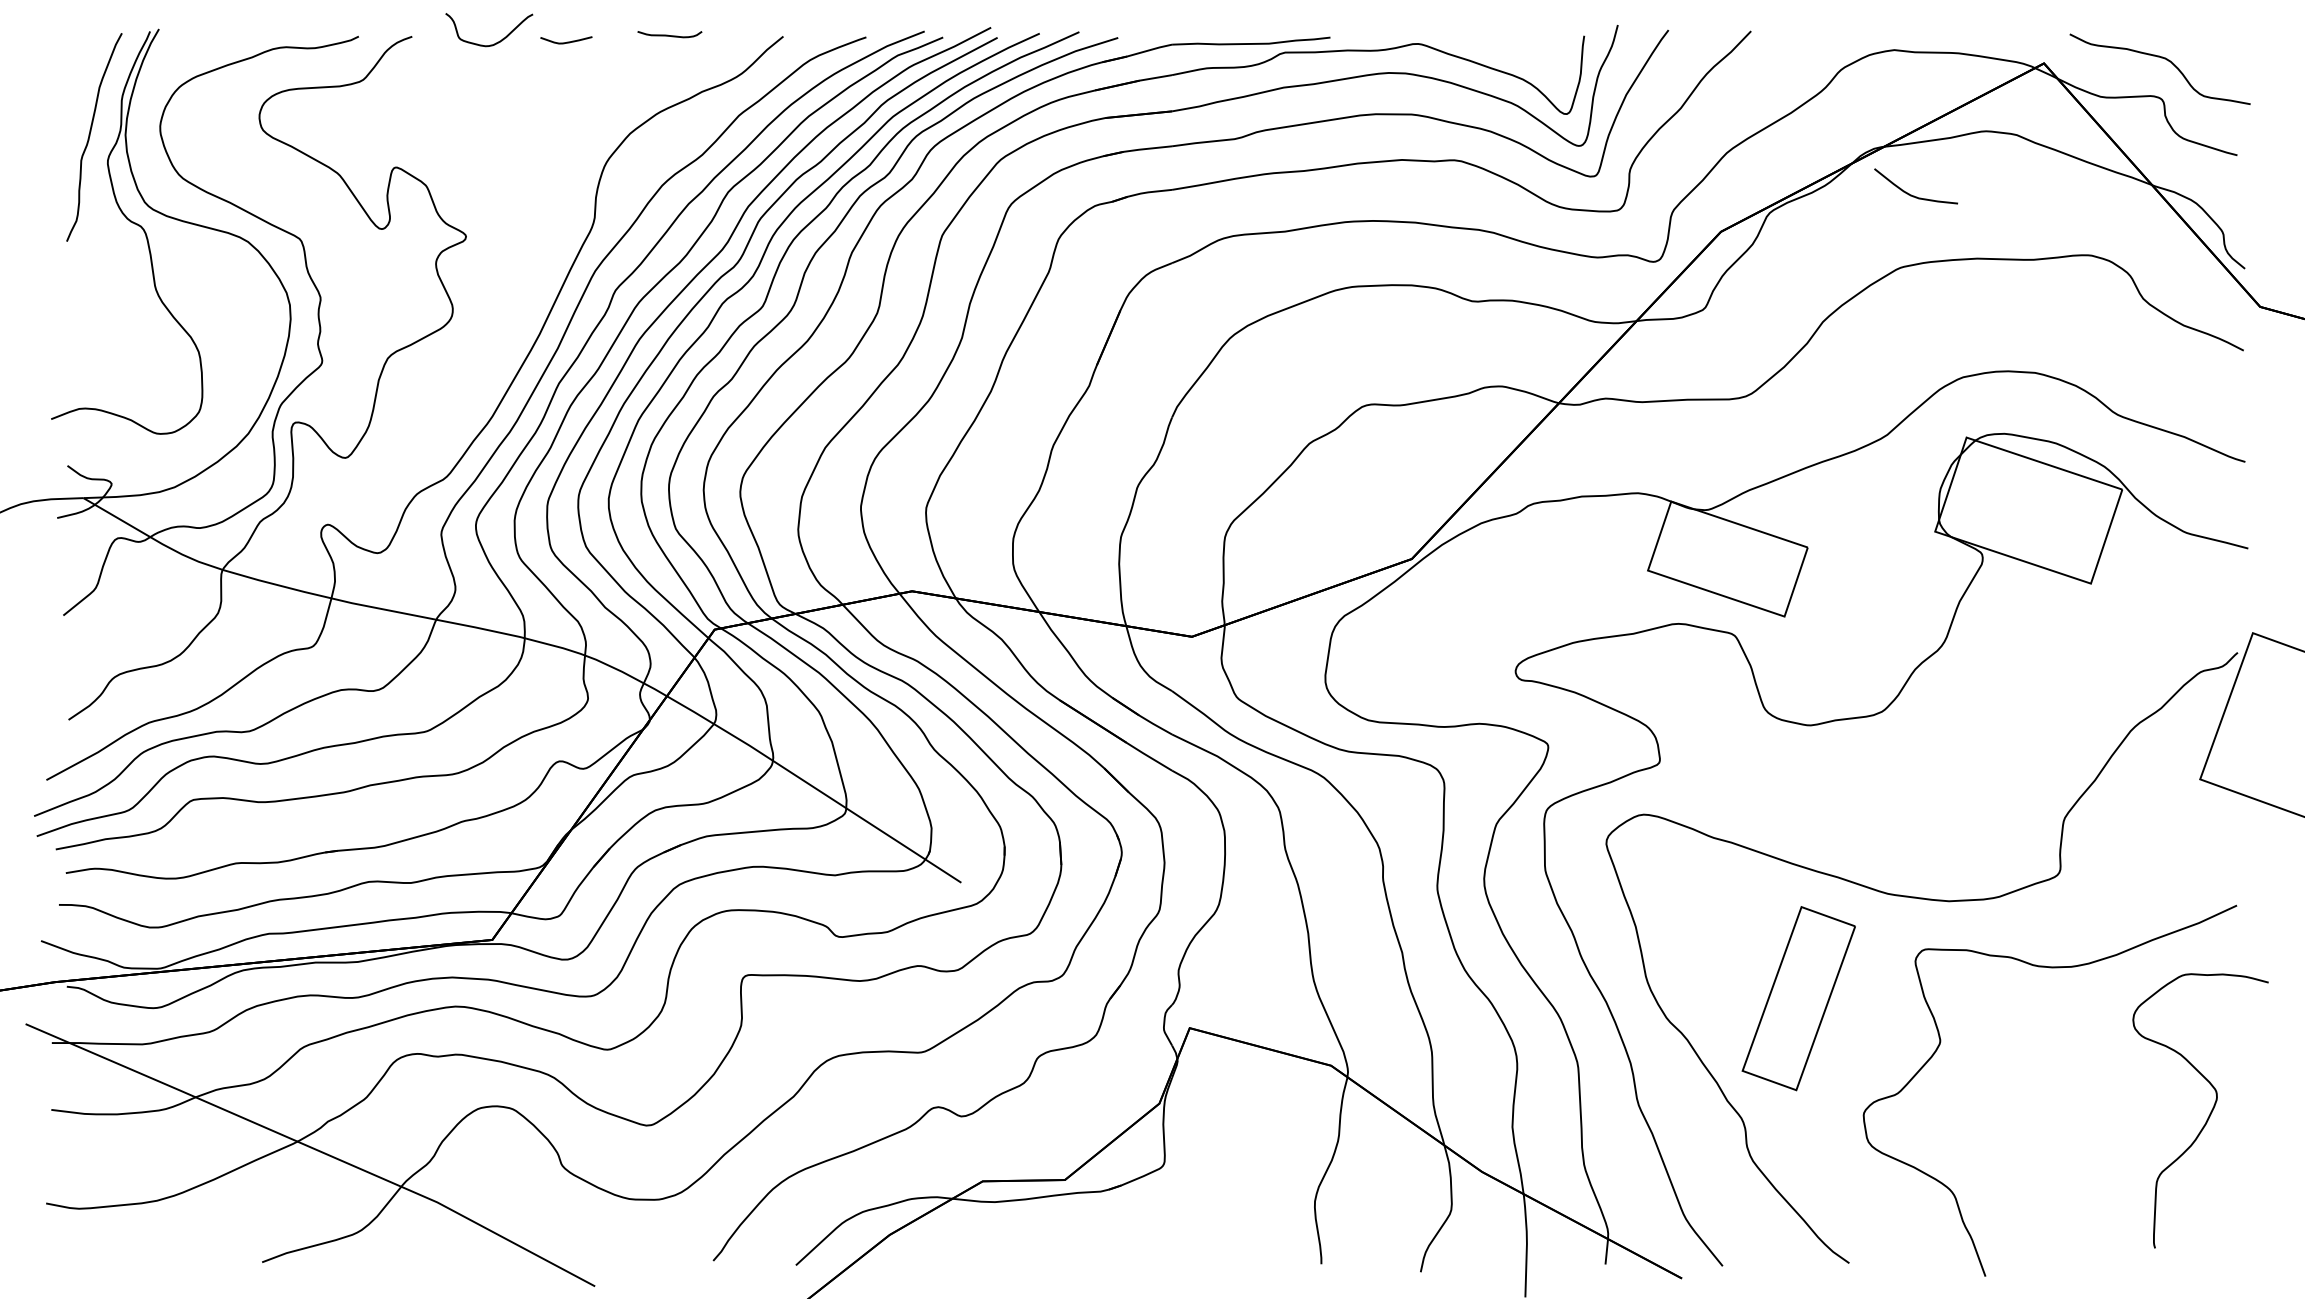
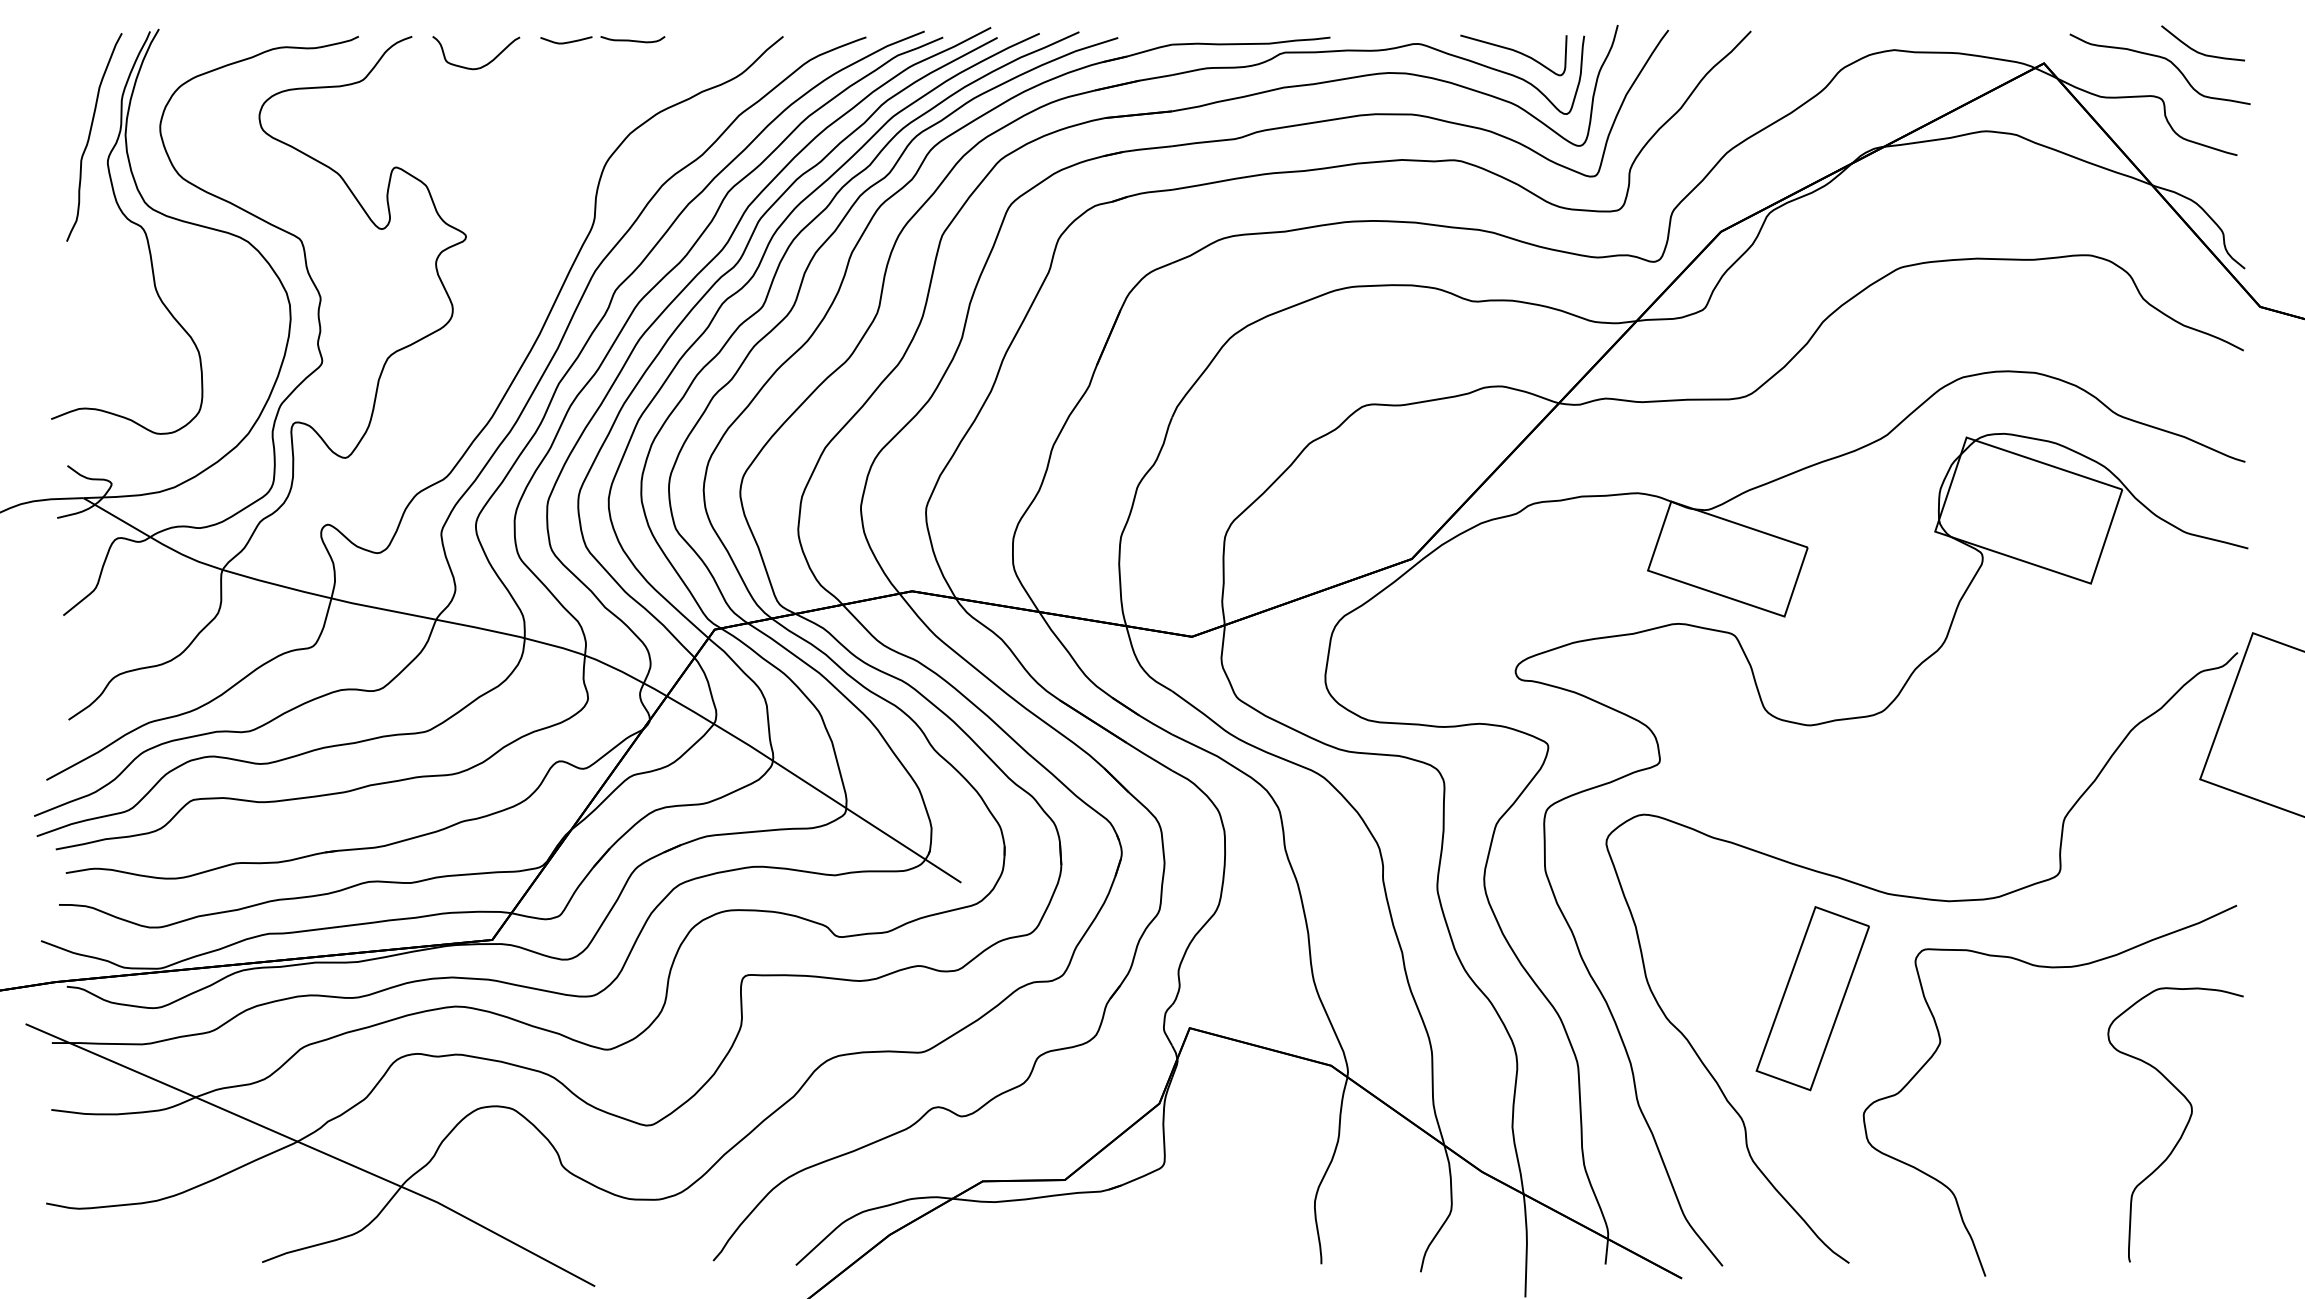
curve at (668, 34) position: (668, 34) -> (631, 39)
curve at (496, 42) position: (496, 42) -> (483, 65)
curve at (1513, 51): none -> present
curve at (1914, 195) position: (1914, 195) -> (2201, 52)
part at (1798, 998) position: (1798, 998) -> (1812, 998)
curve at (2208, 1115) position: (2208, 1115) -> (2183, 1129)
